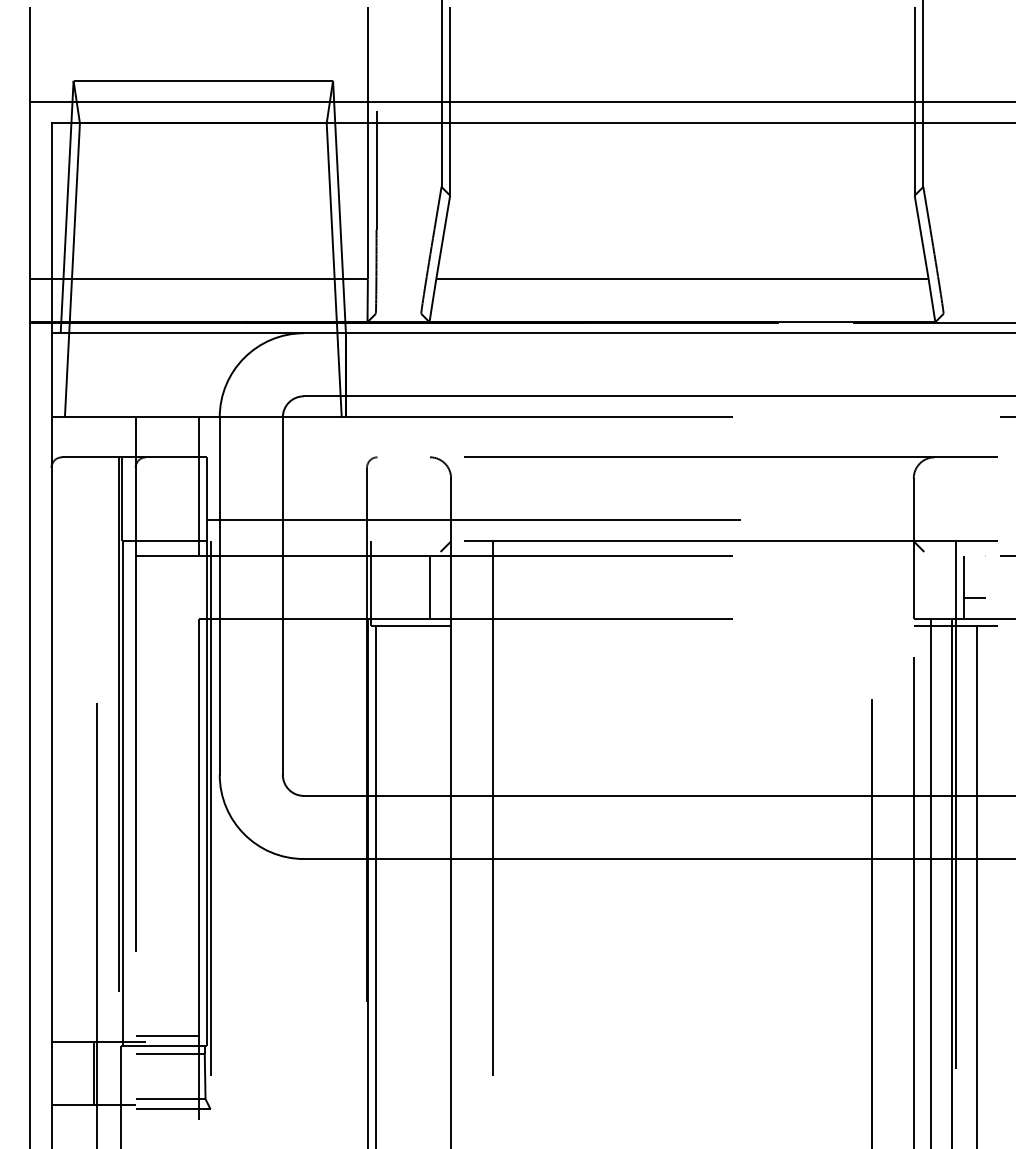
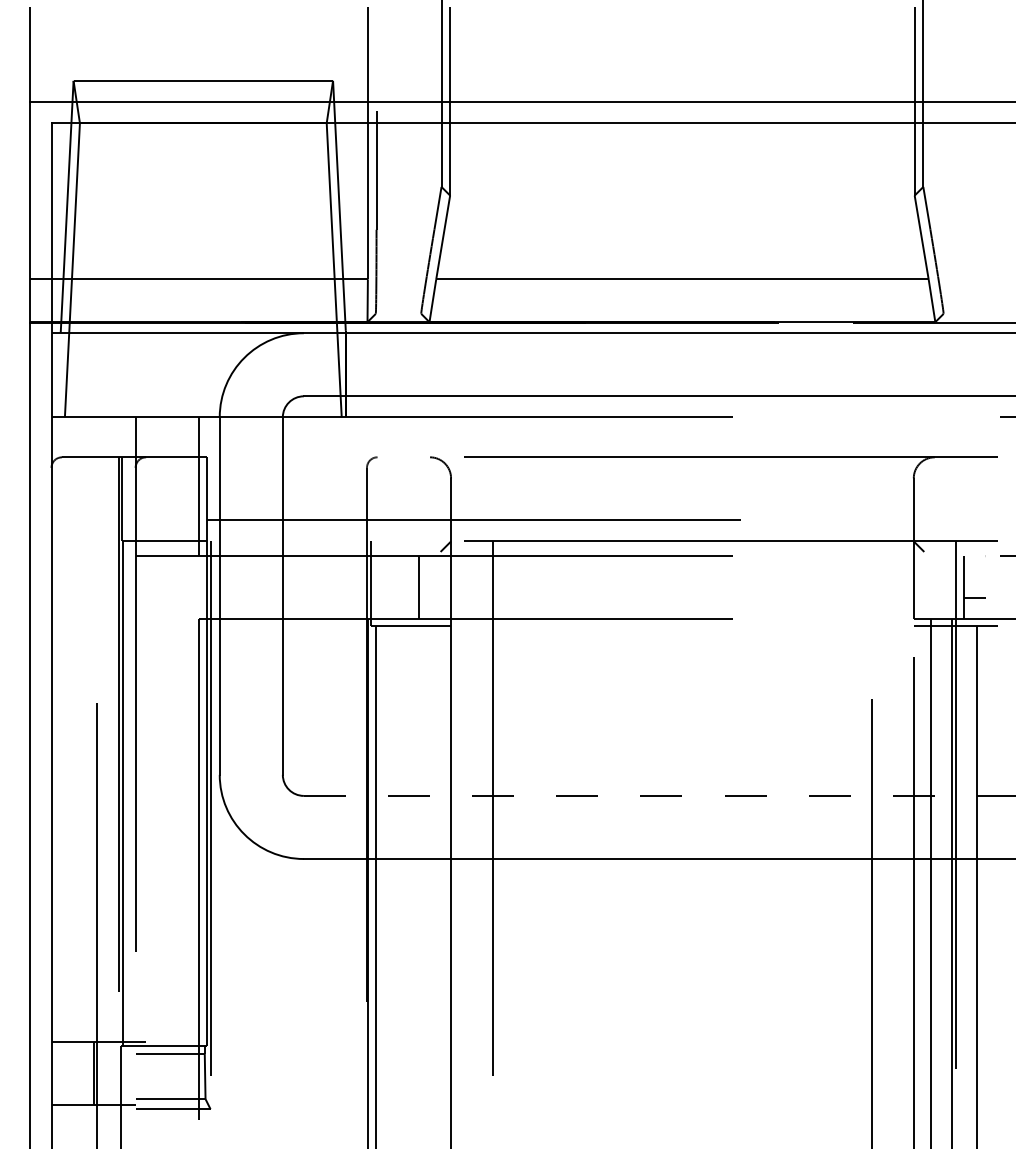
line at (430, 587) position: (430, 587) -> (419, 587)
line at (659, 795): solid -> dashed
line at (166, 1035): present -> none
